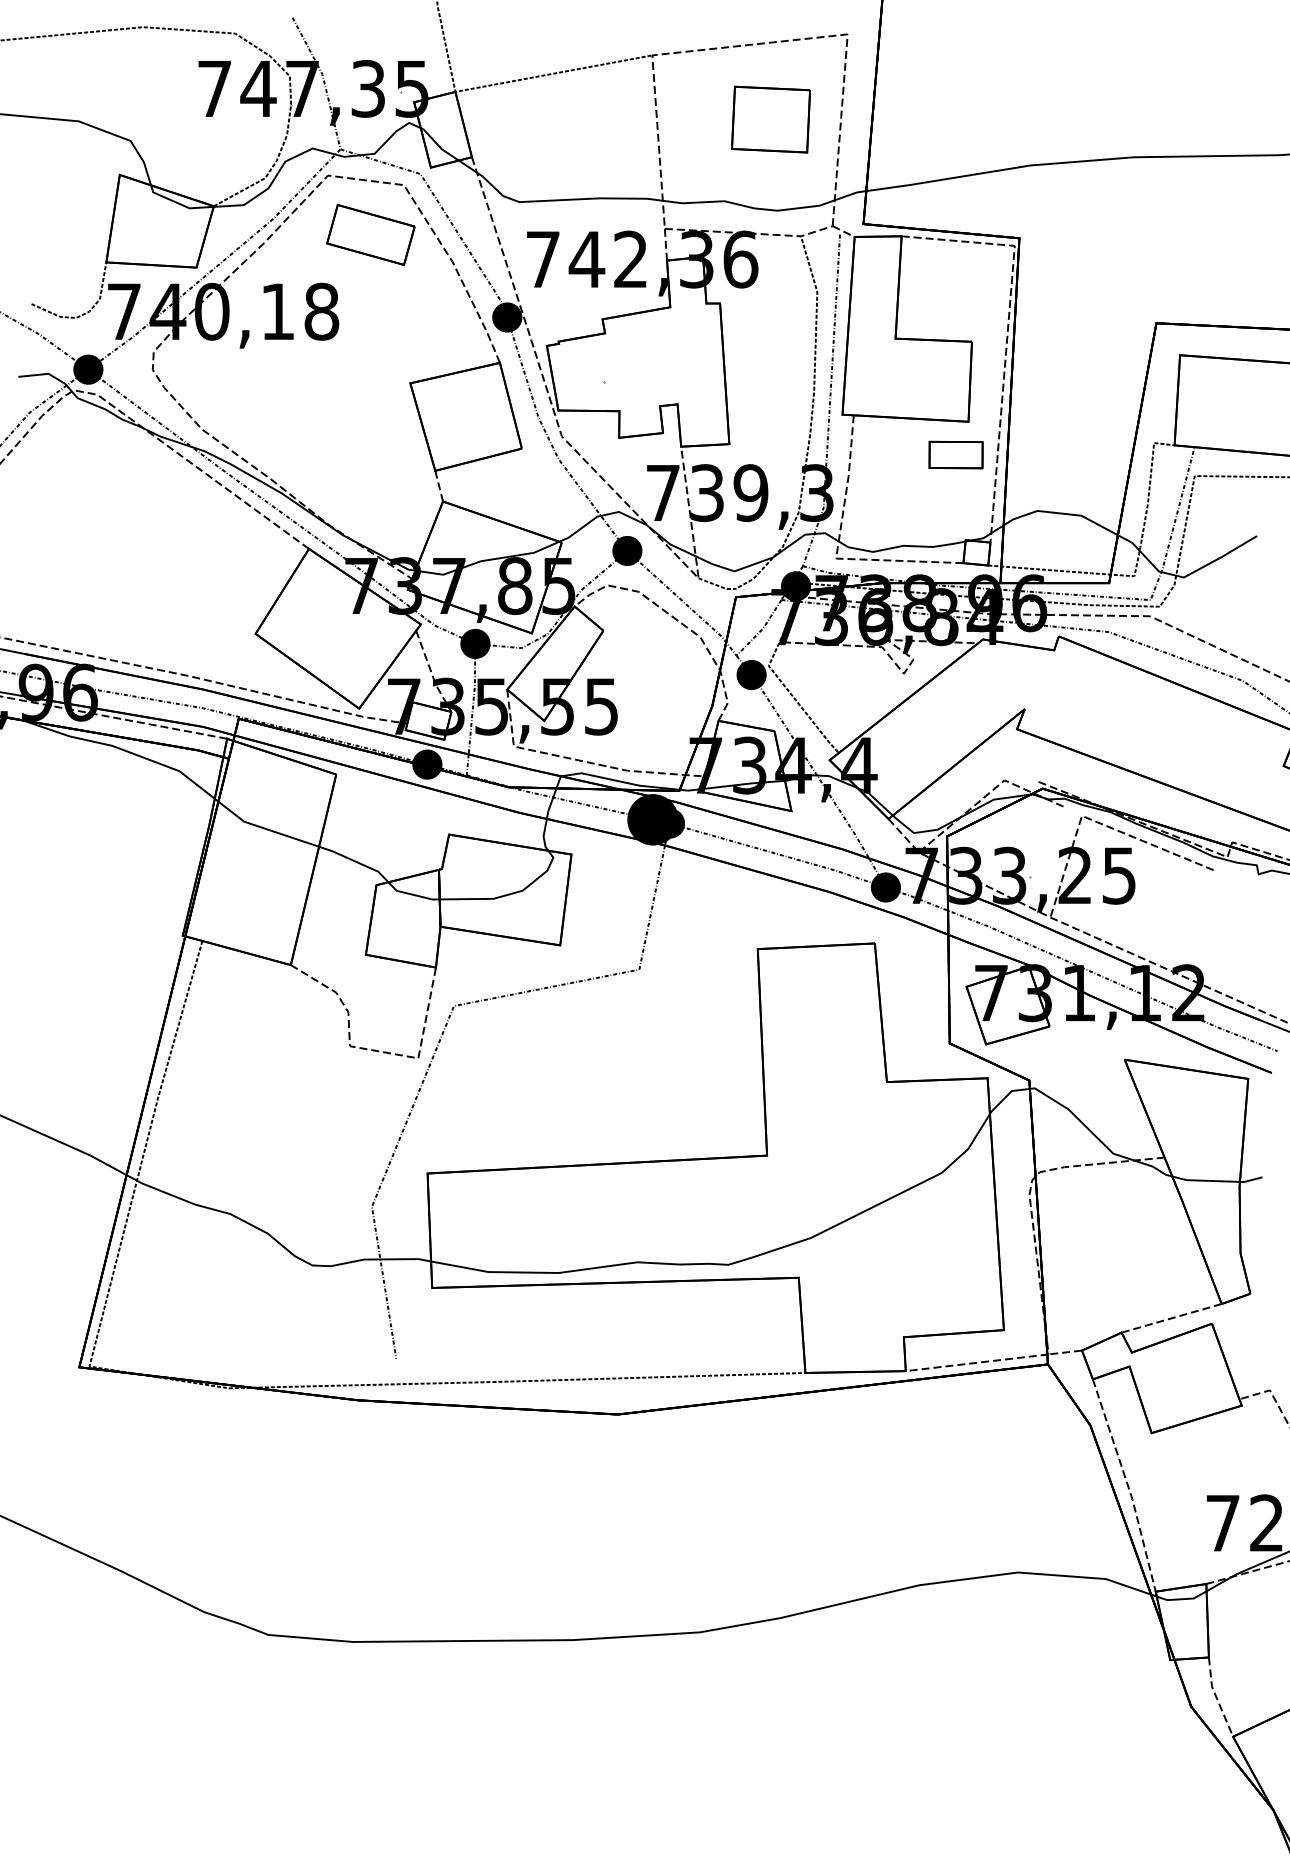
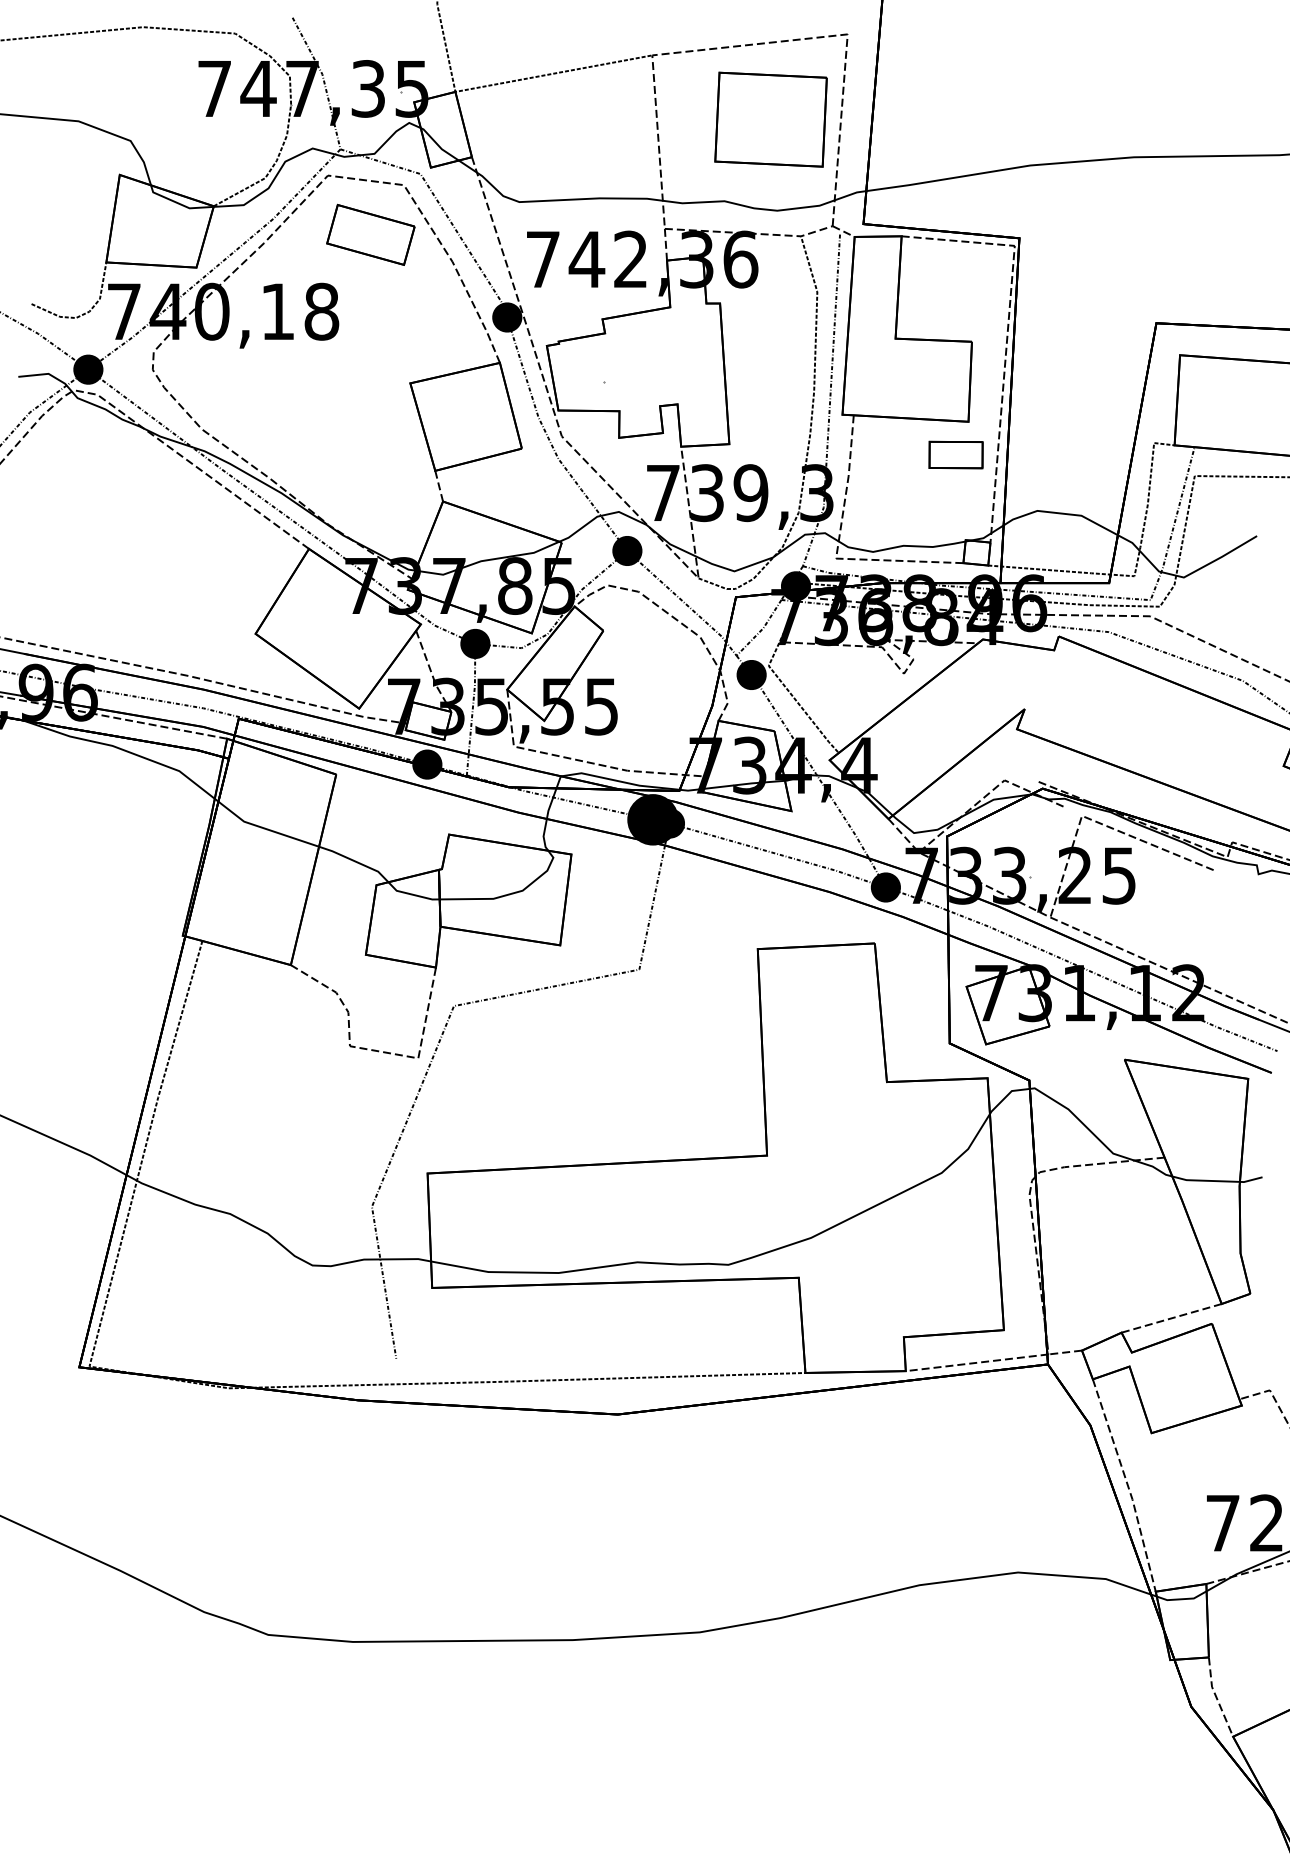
part at (770, 119) size: 80x69 px -> 114x97 px
